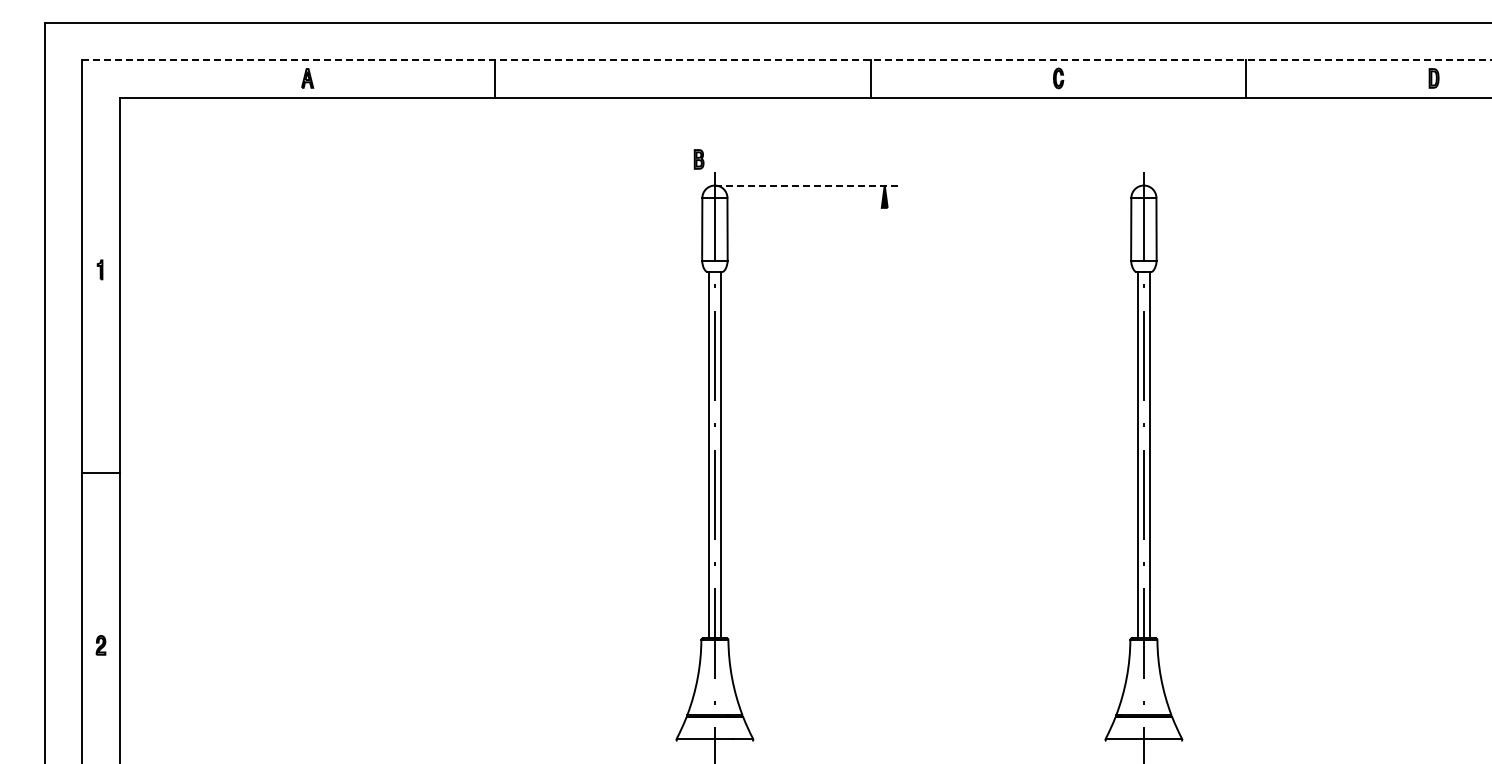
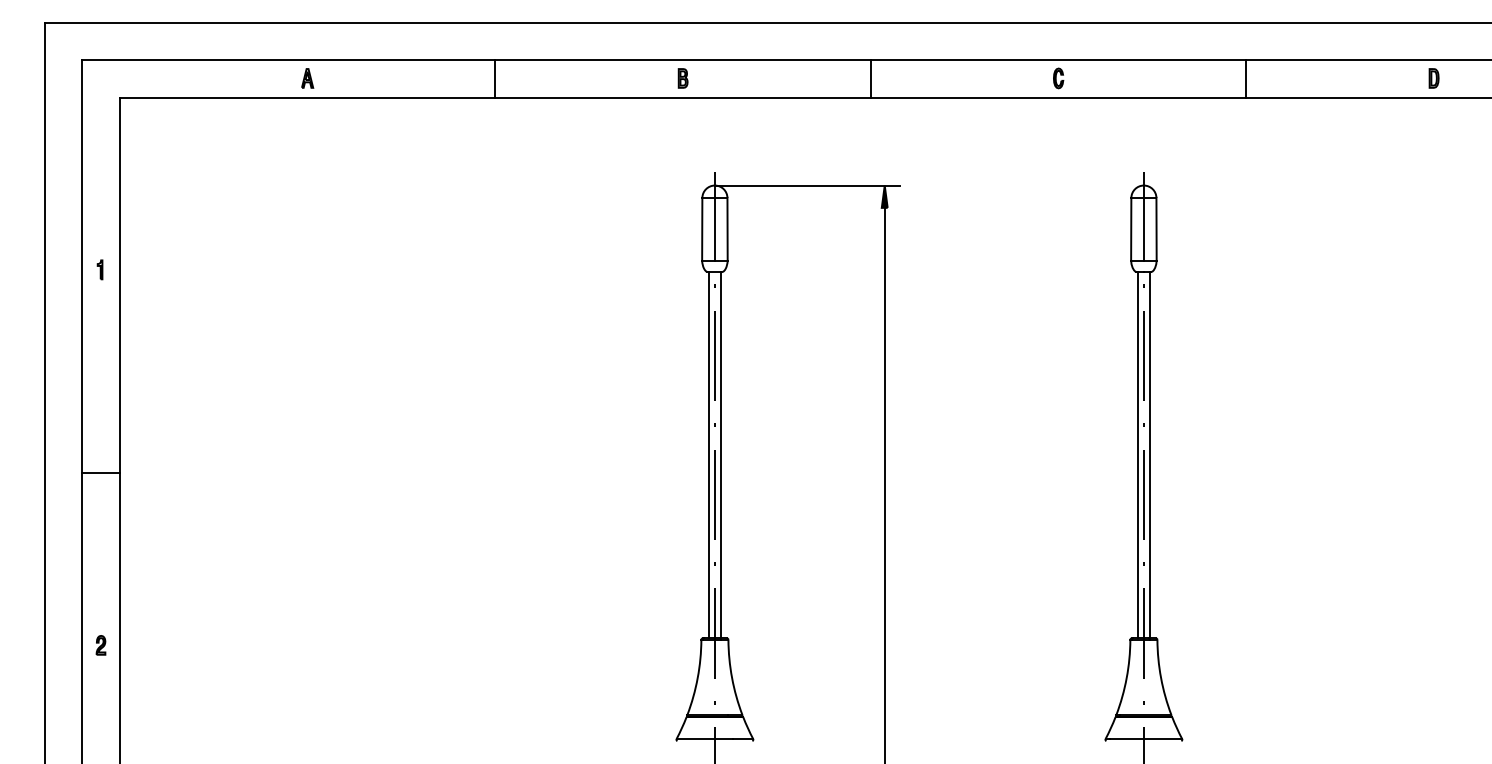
line at (787, 60): dashed -> solid
part at (698, 159) position: (698, 159) -> (682, 78)
line at (807, 185): dashed -> solid
line at (884, 483): none -> present
